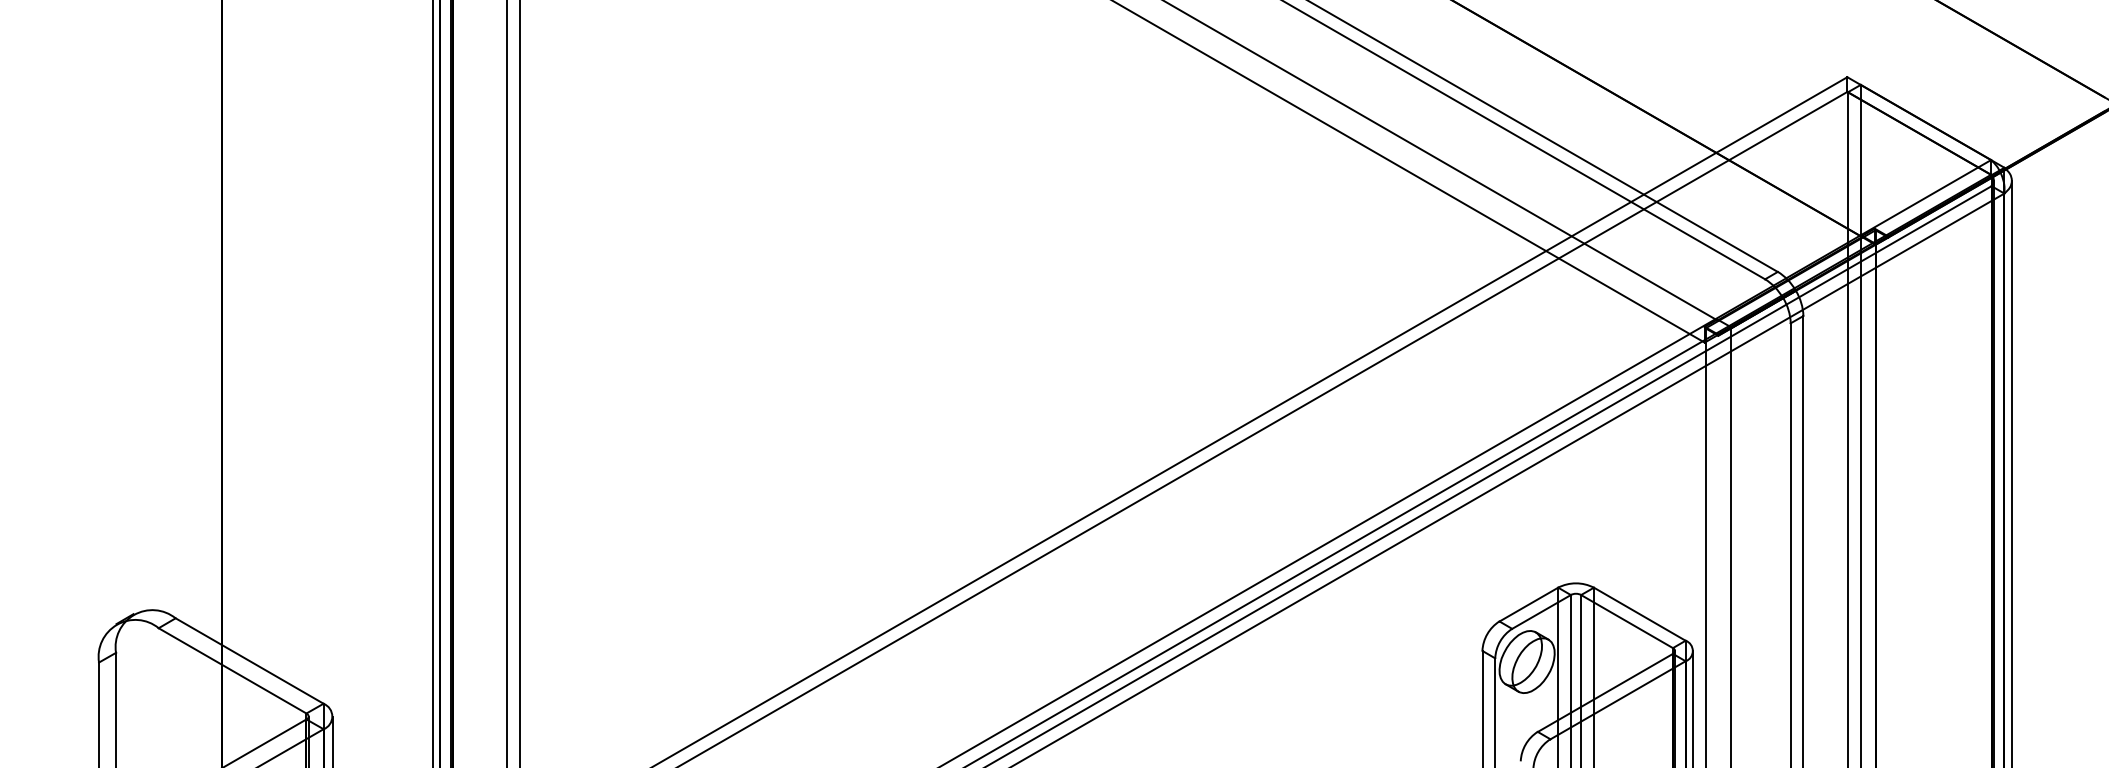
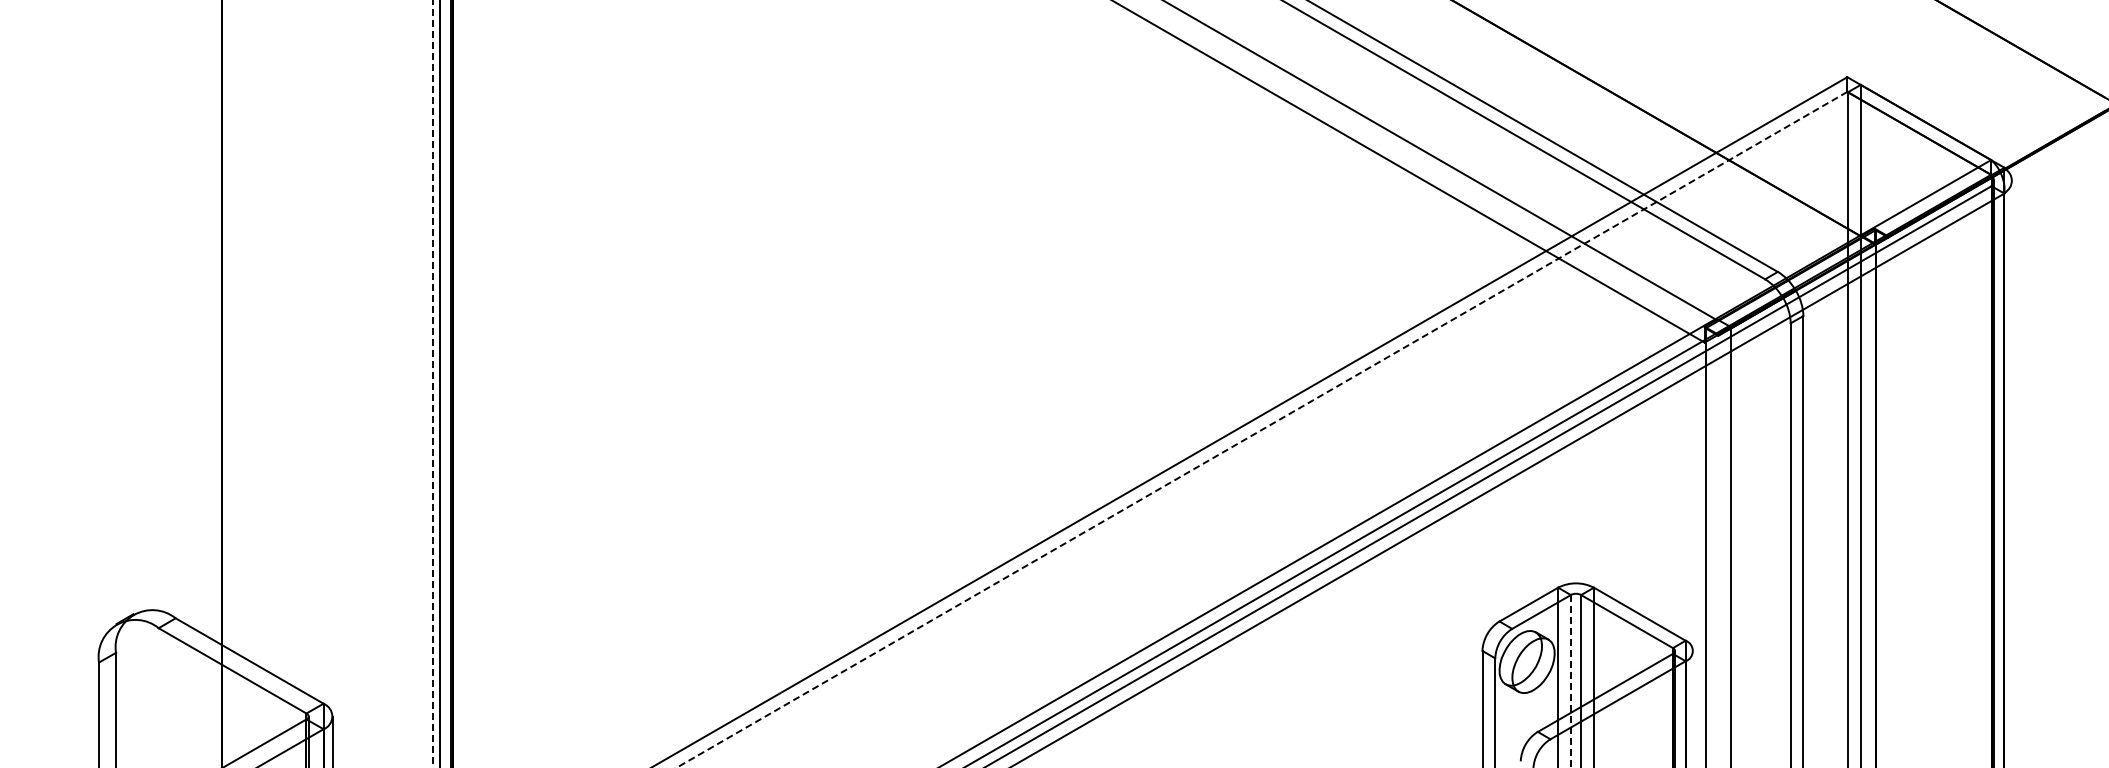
line at (507, 383): present -> none
line at (519, 383): present -> none
line at (432, 384): solid -> dashed
line at (1261, 429): solid -> dashed
line at (2011, 472): present -> none
line at (1570, 681): solid -> dashed
line at (1693, 707): present -> none
